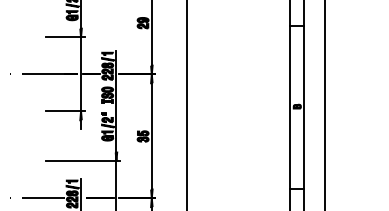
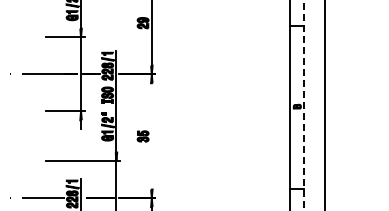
line at (187, 104): present -> none
line at (304, 105): solid -> dashed
line at (151, 136): present -> none
